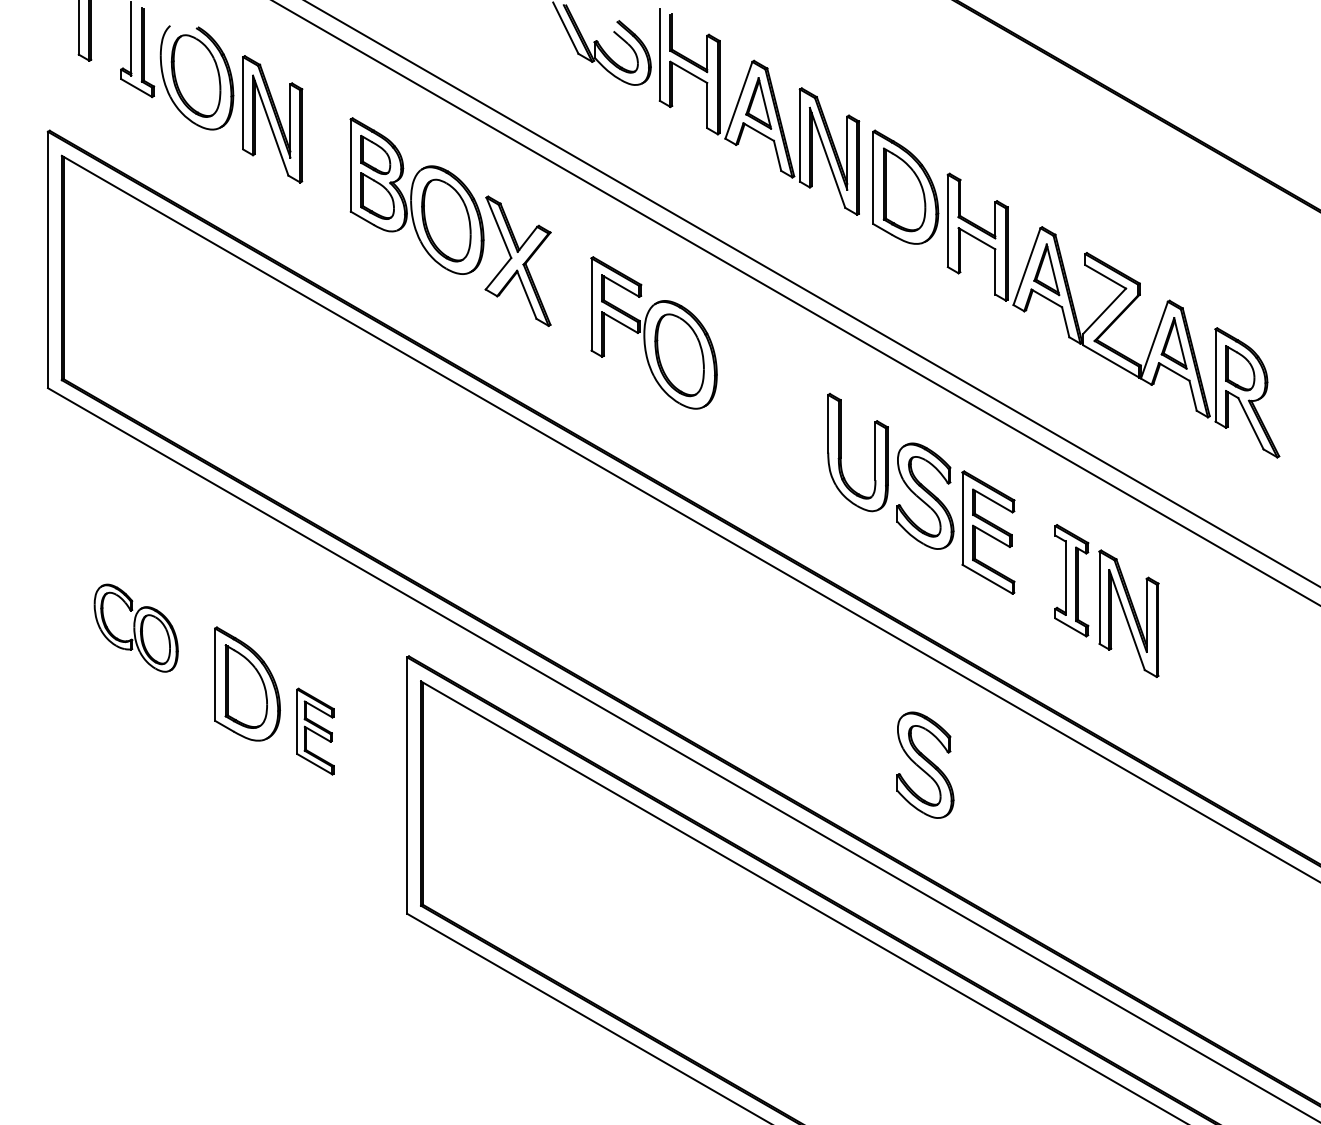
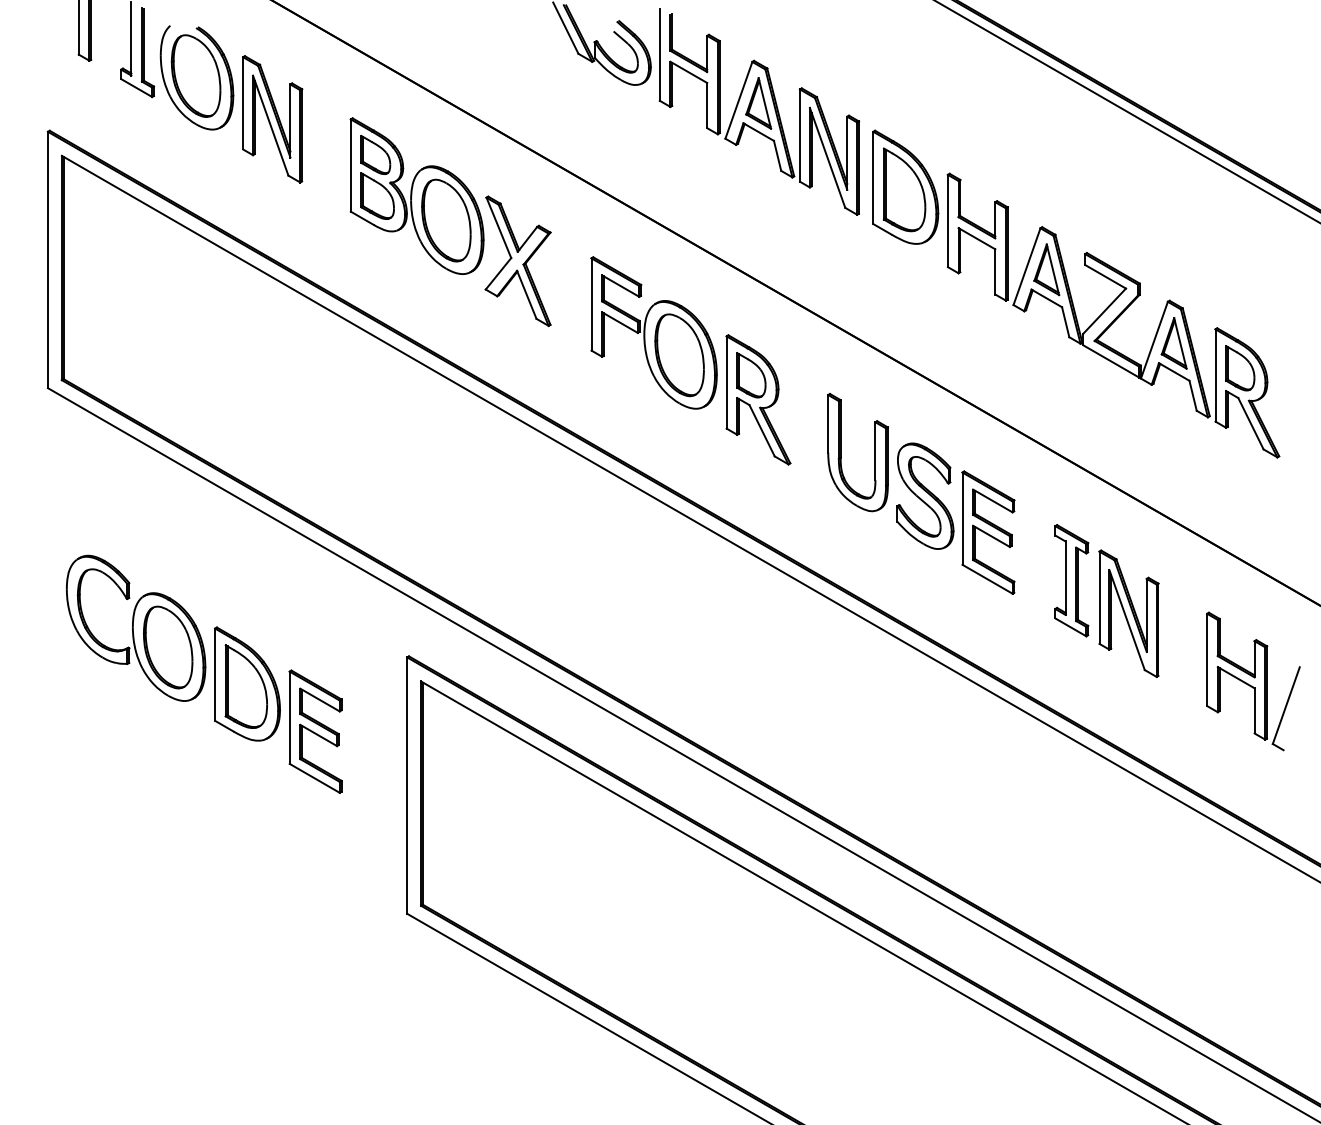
line at (1127, 111): none -> present
line at (812, 293) position: (812, 293) -> (795, 303)
part at (758, 399): none -> present
part at (135, 627) size: 86x90 px -> 141x148 px
part at (1253, 681): none -> present
part at (315, 731) size: 39x89 px -> 55x125 px
part at (925, 764): present -> none
